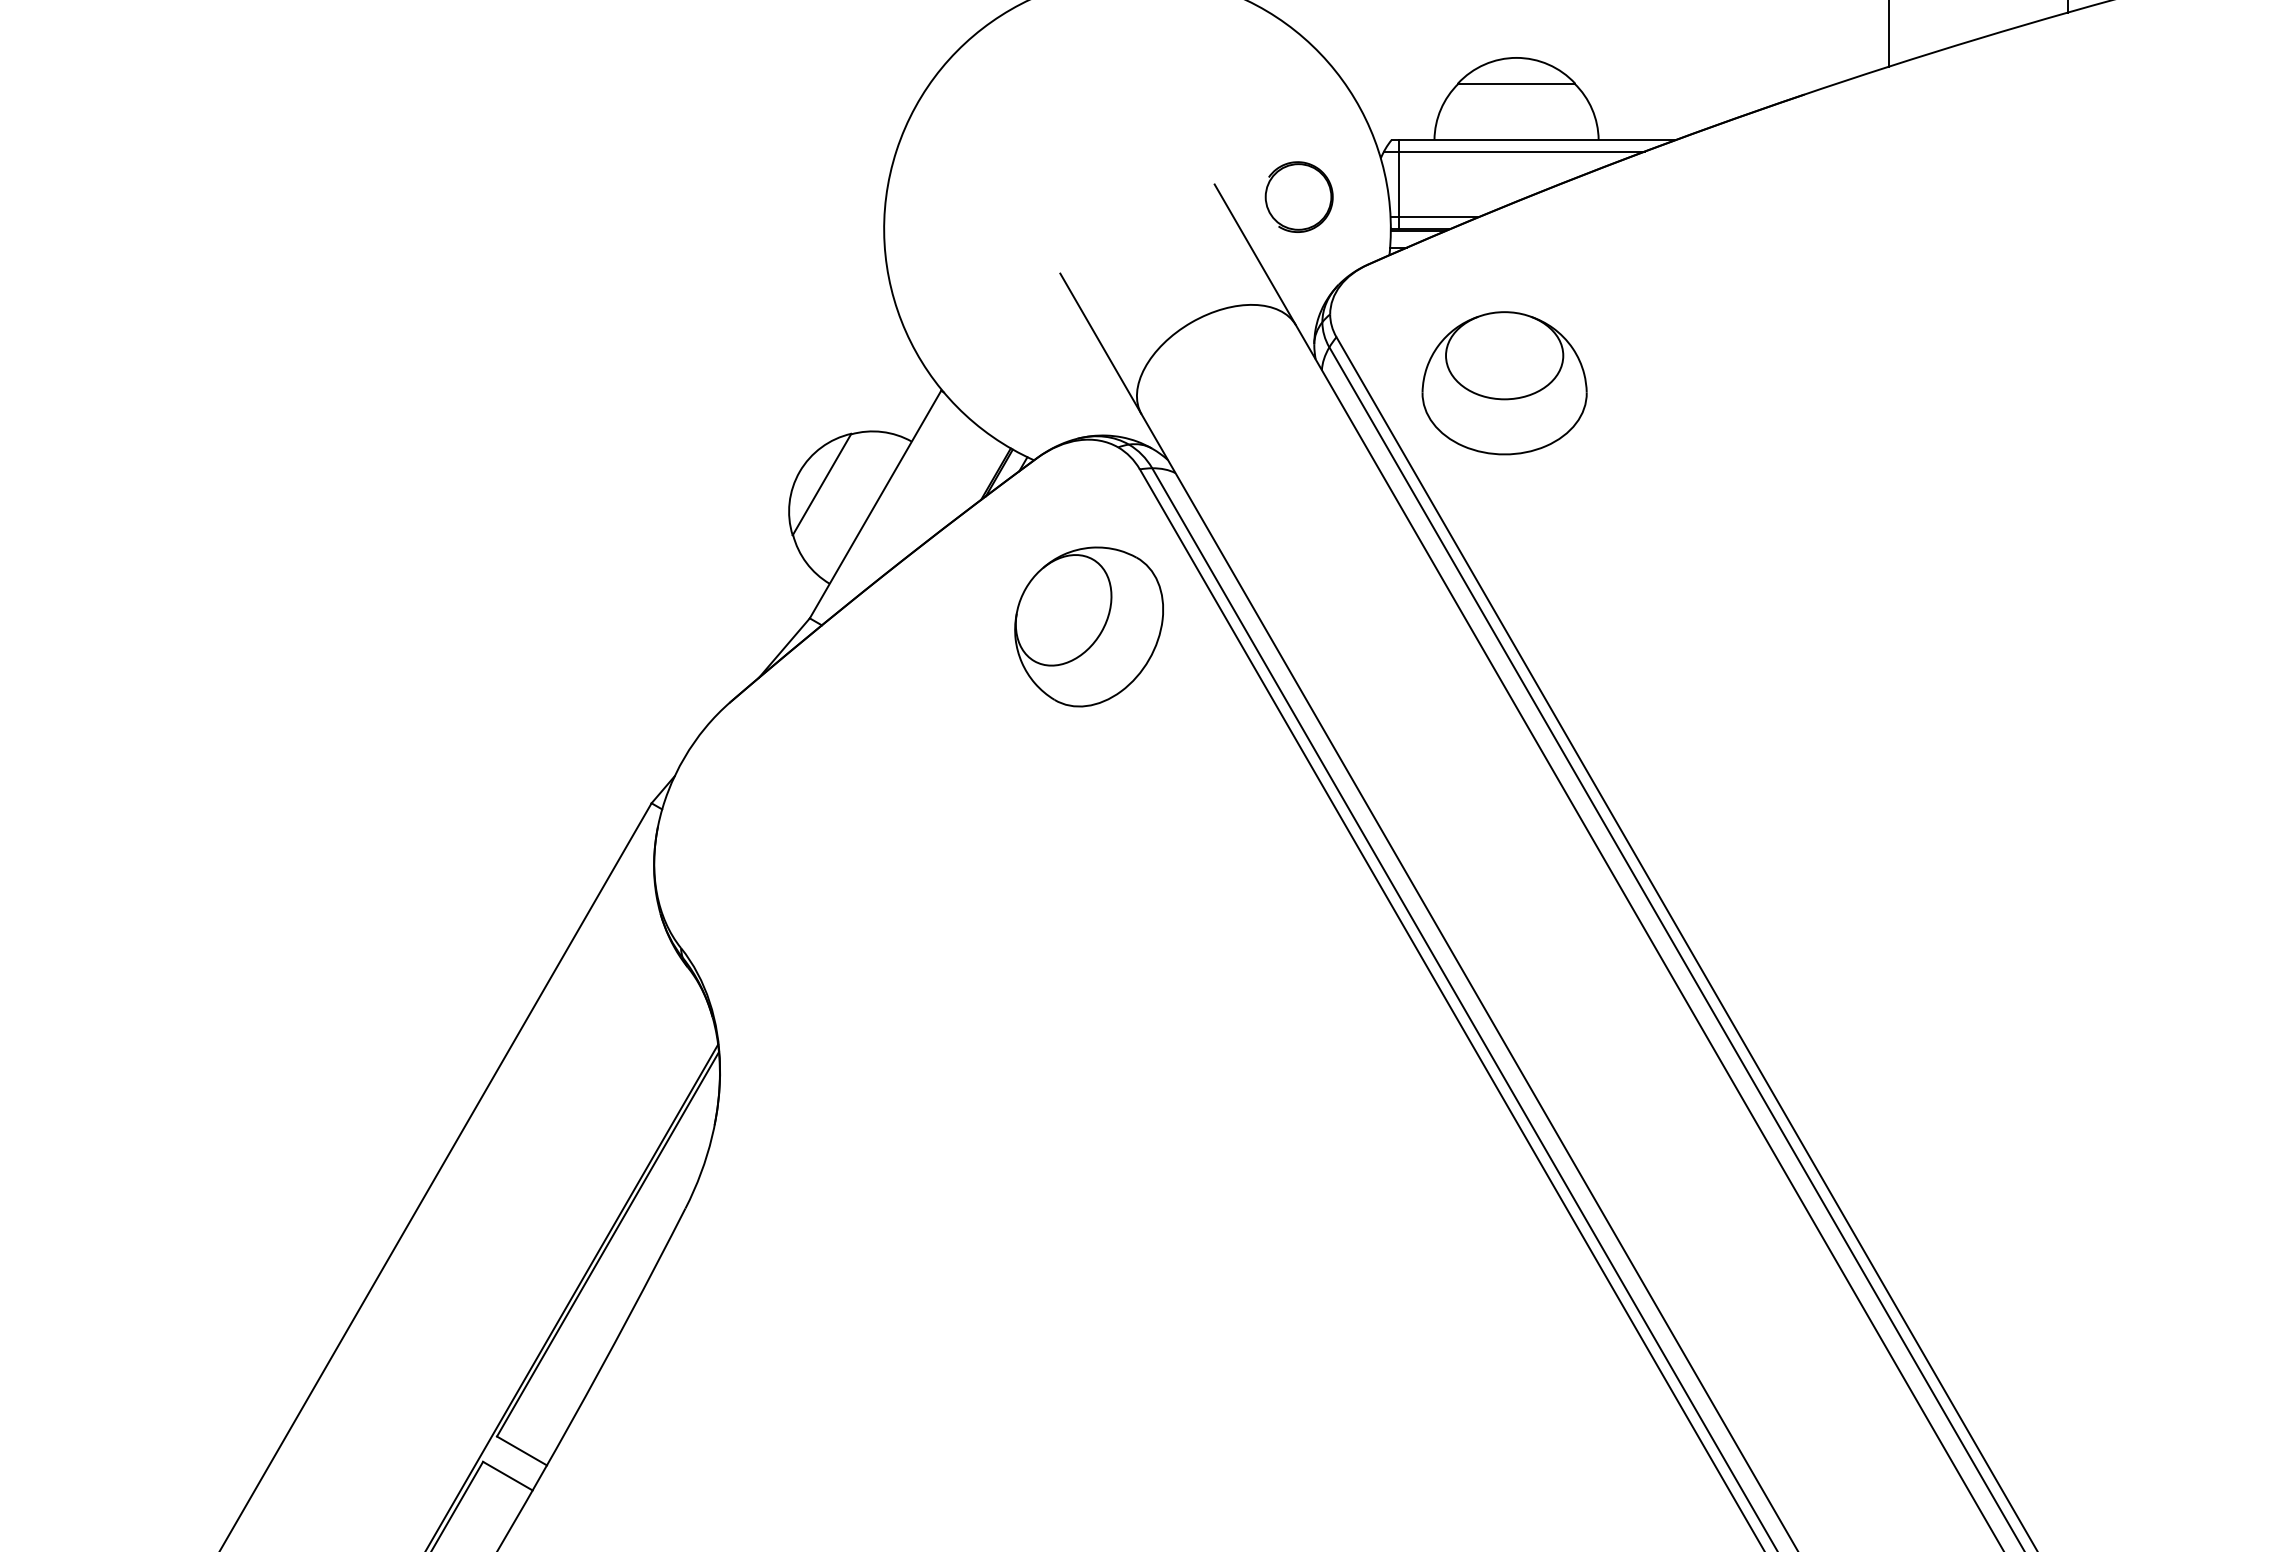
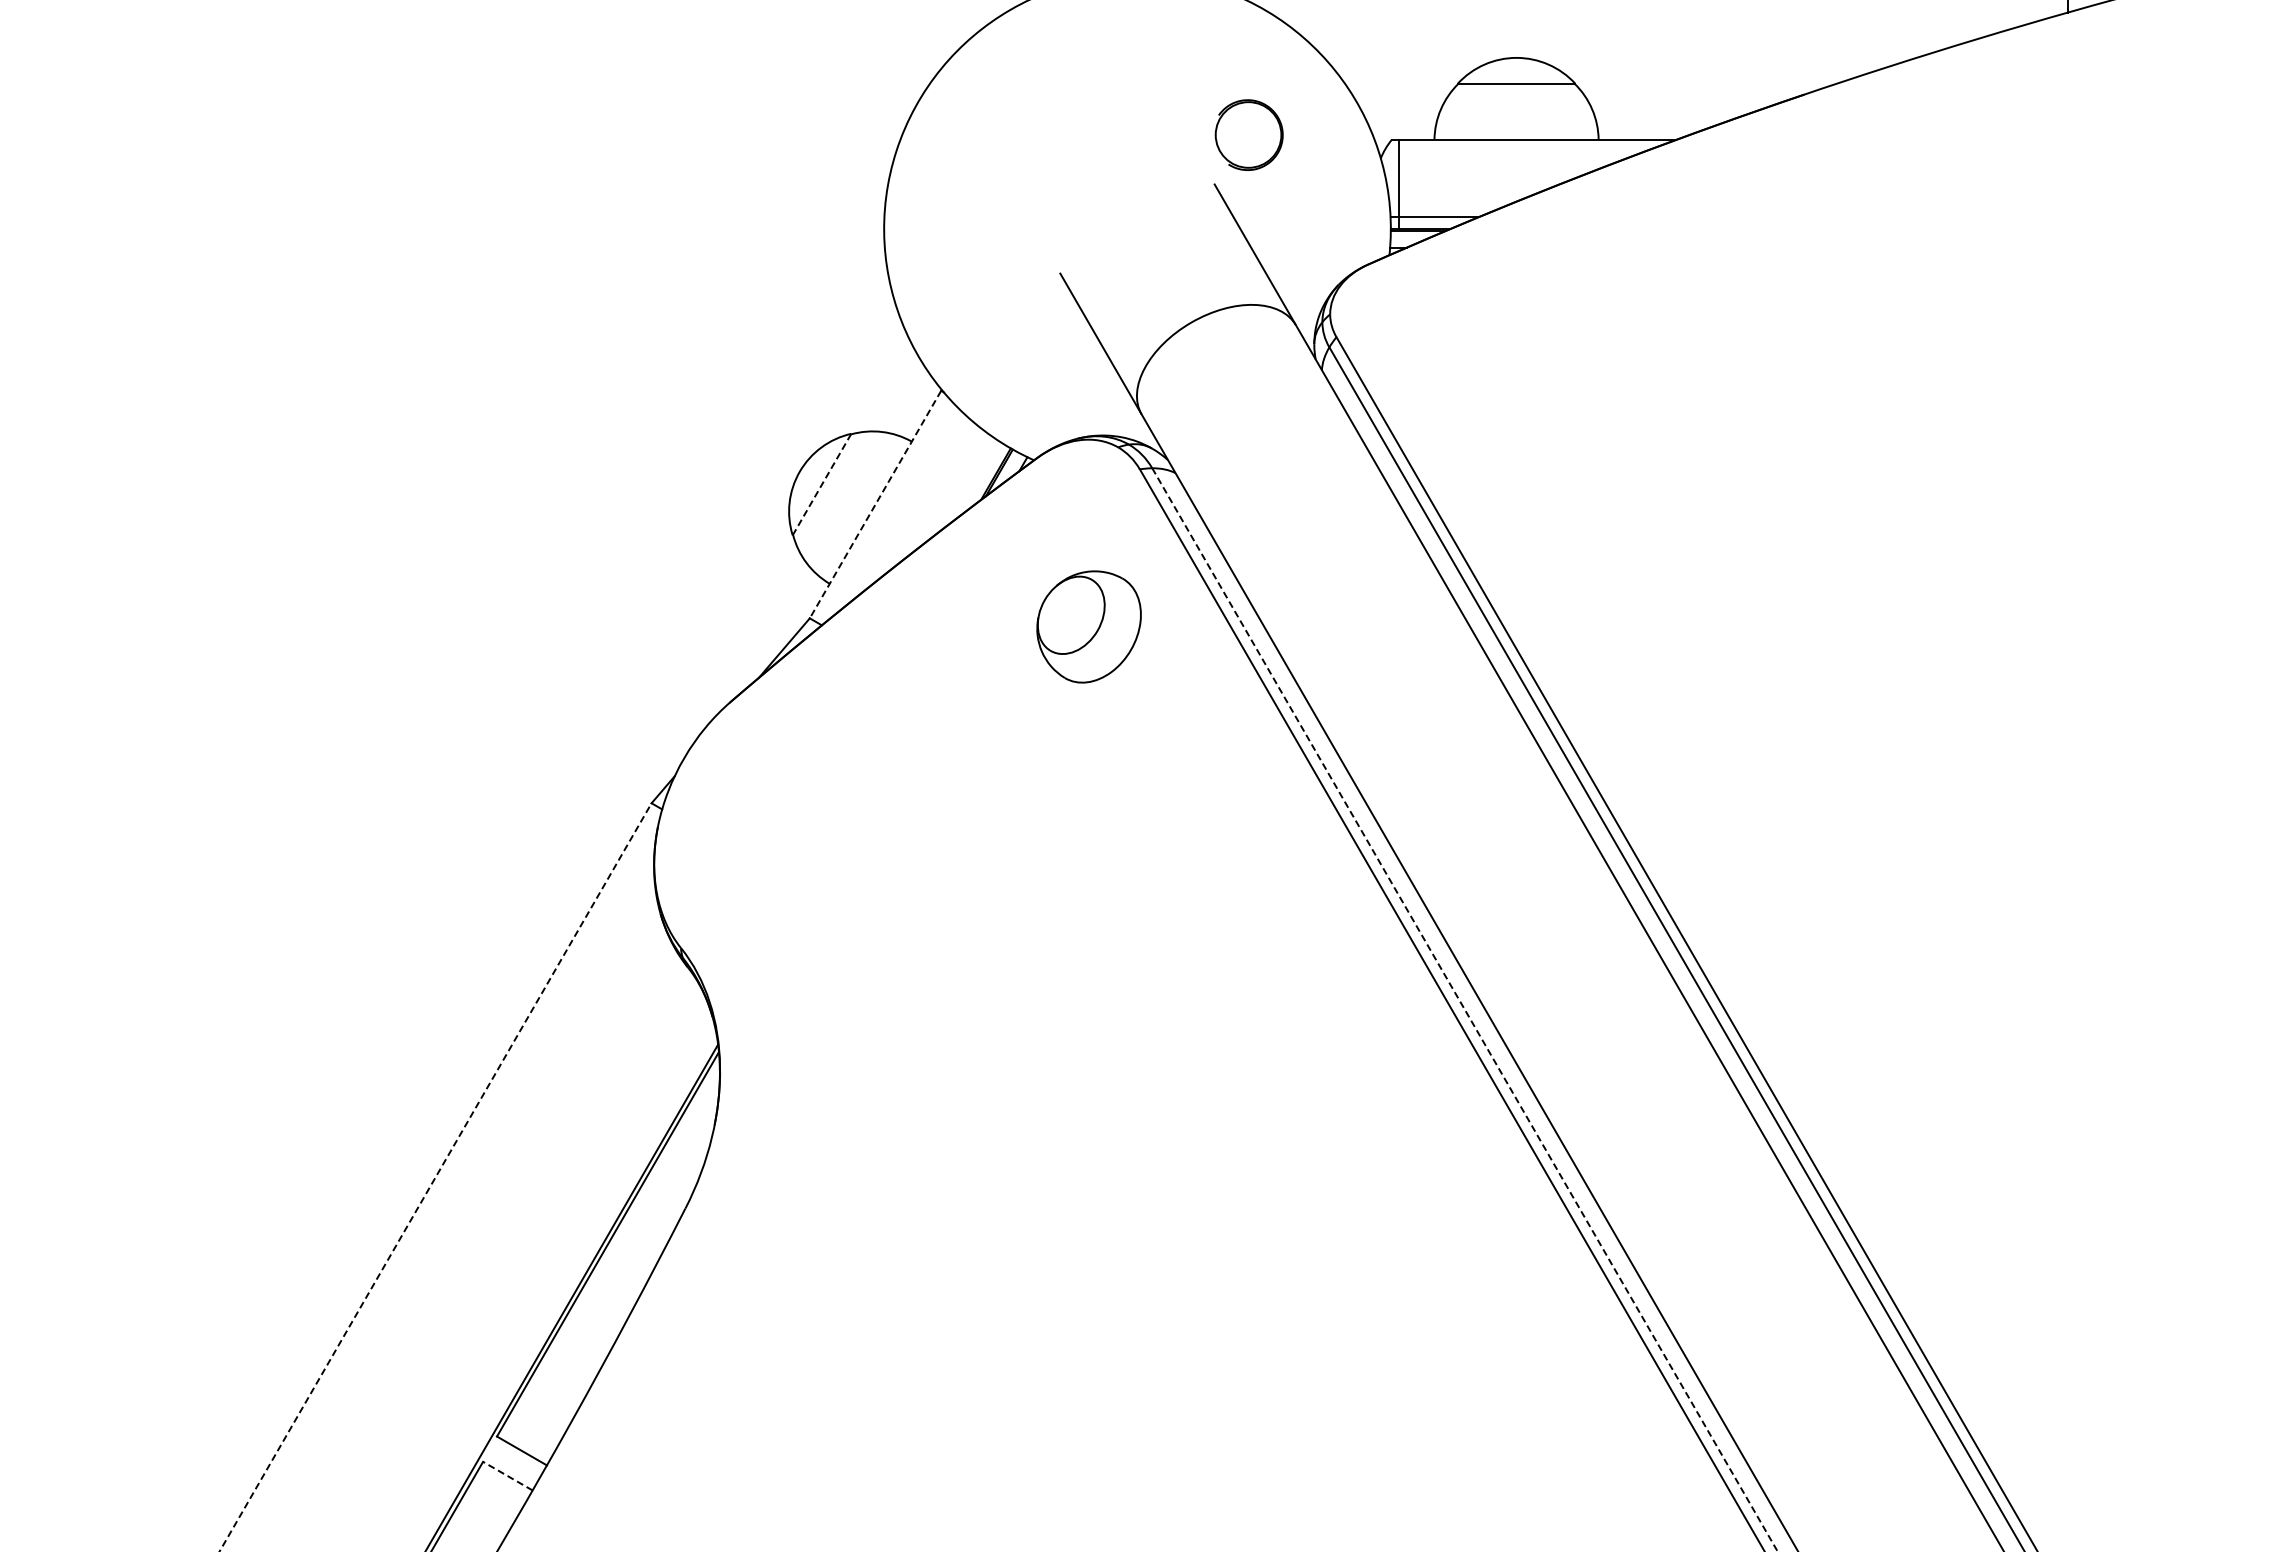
line at (1889, 34): present -> none
line at (1513, 151): present -> none
part at (1298, 196) position: (1298, 196) -> (1248, 134)
part at (1504, 383): present -> none
line at (822, 484): solid -> dashed
line at (875, 505): solid -> dashed
part at (1088, 626) size: 150x162 px -> 106x114 px
line at (1465, 1010): solid -> dashed
line at (435, 1177): solid -> dashed
line at (507, 1476): solid -> dashed
